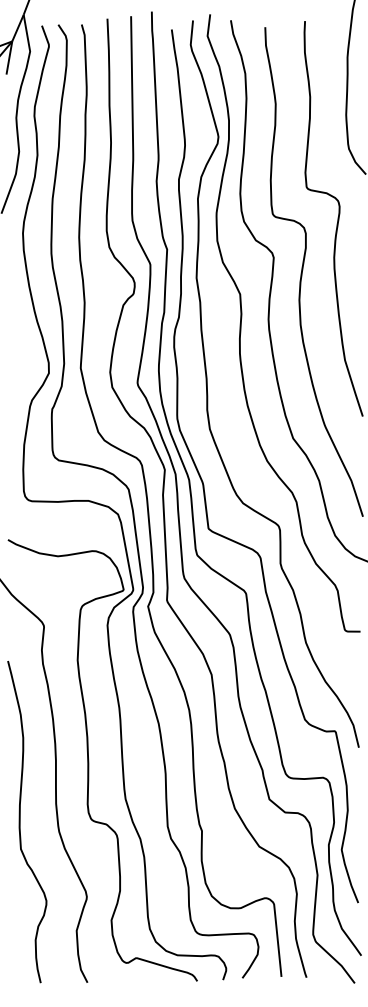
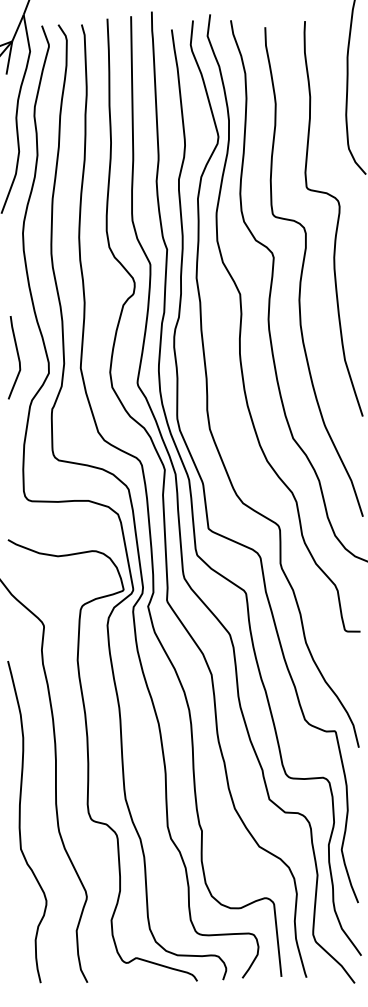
curve at (17, 357): none -> present
